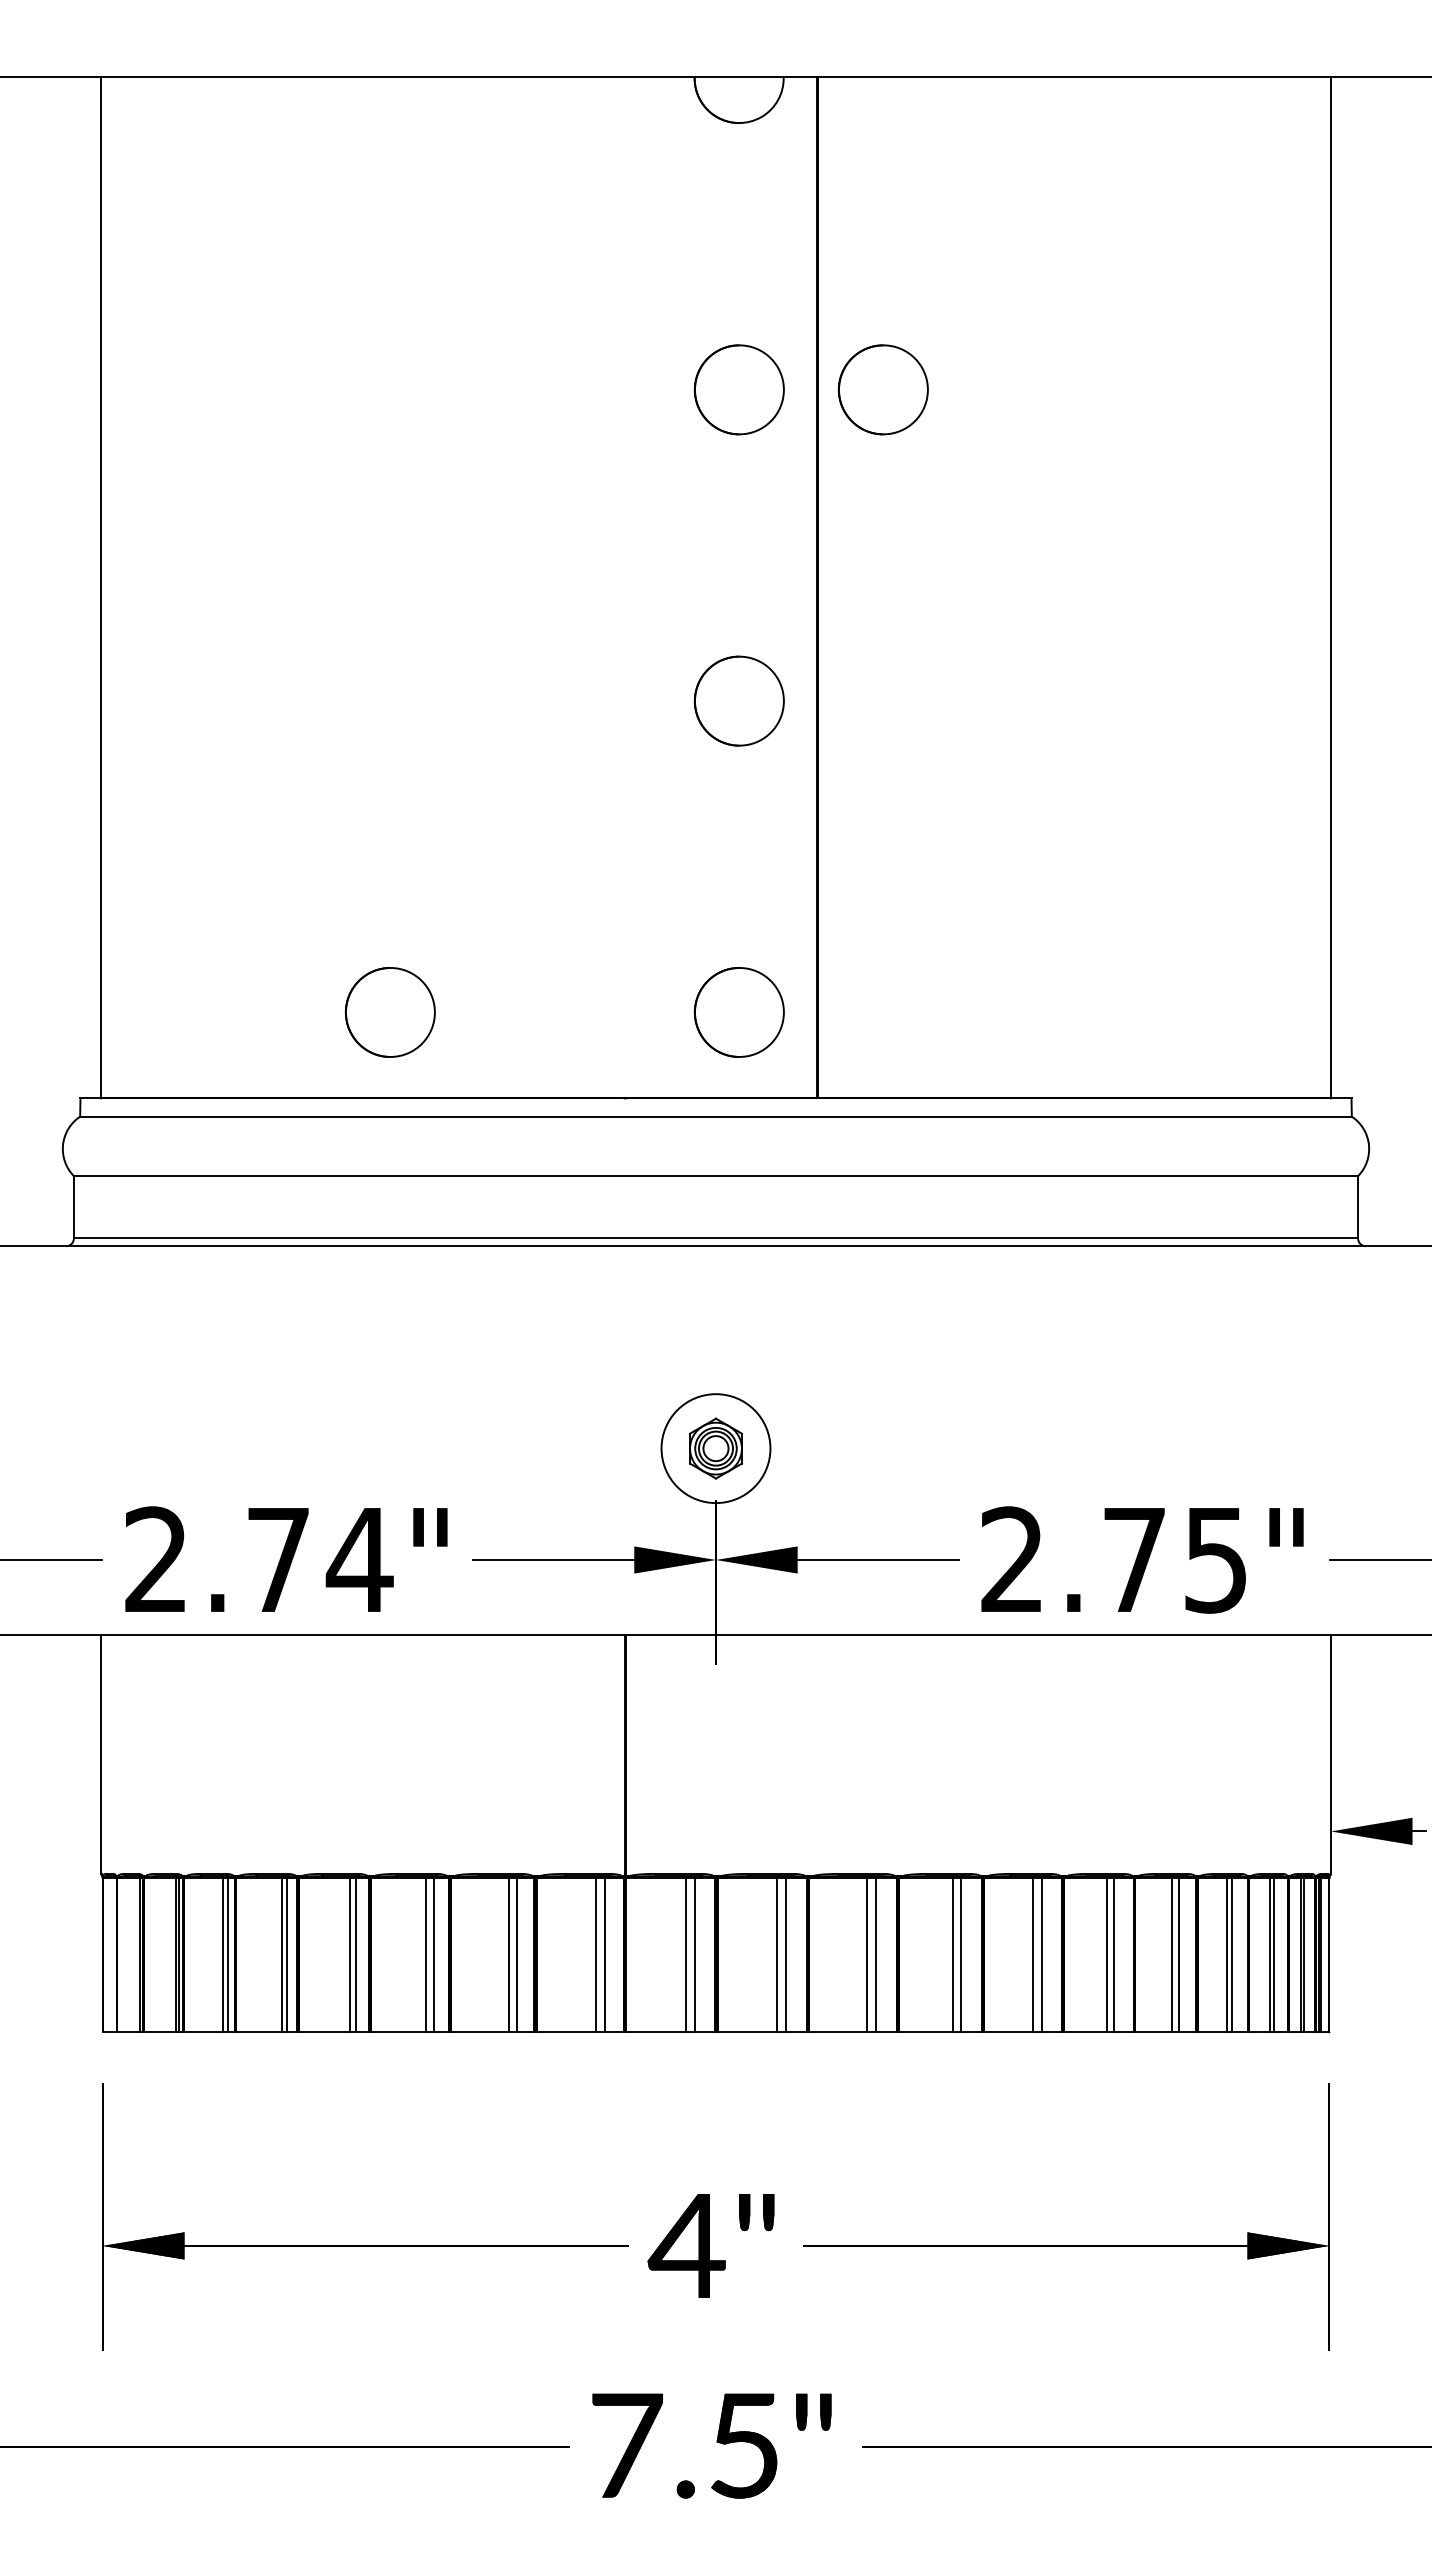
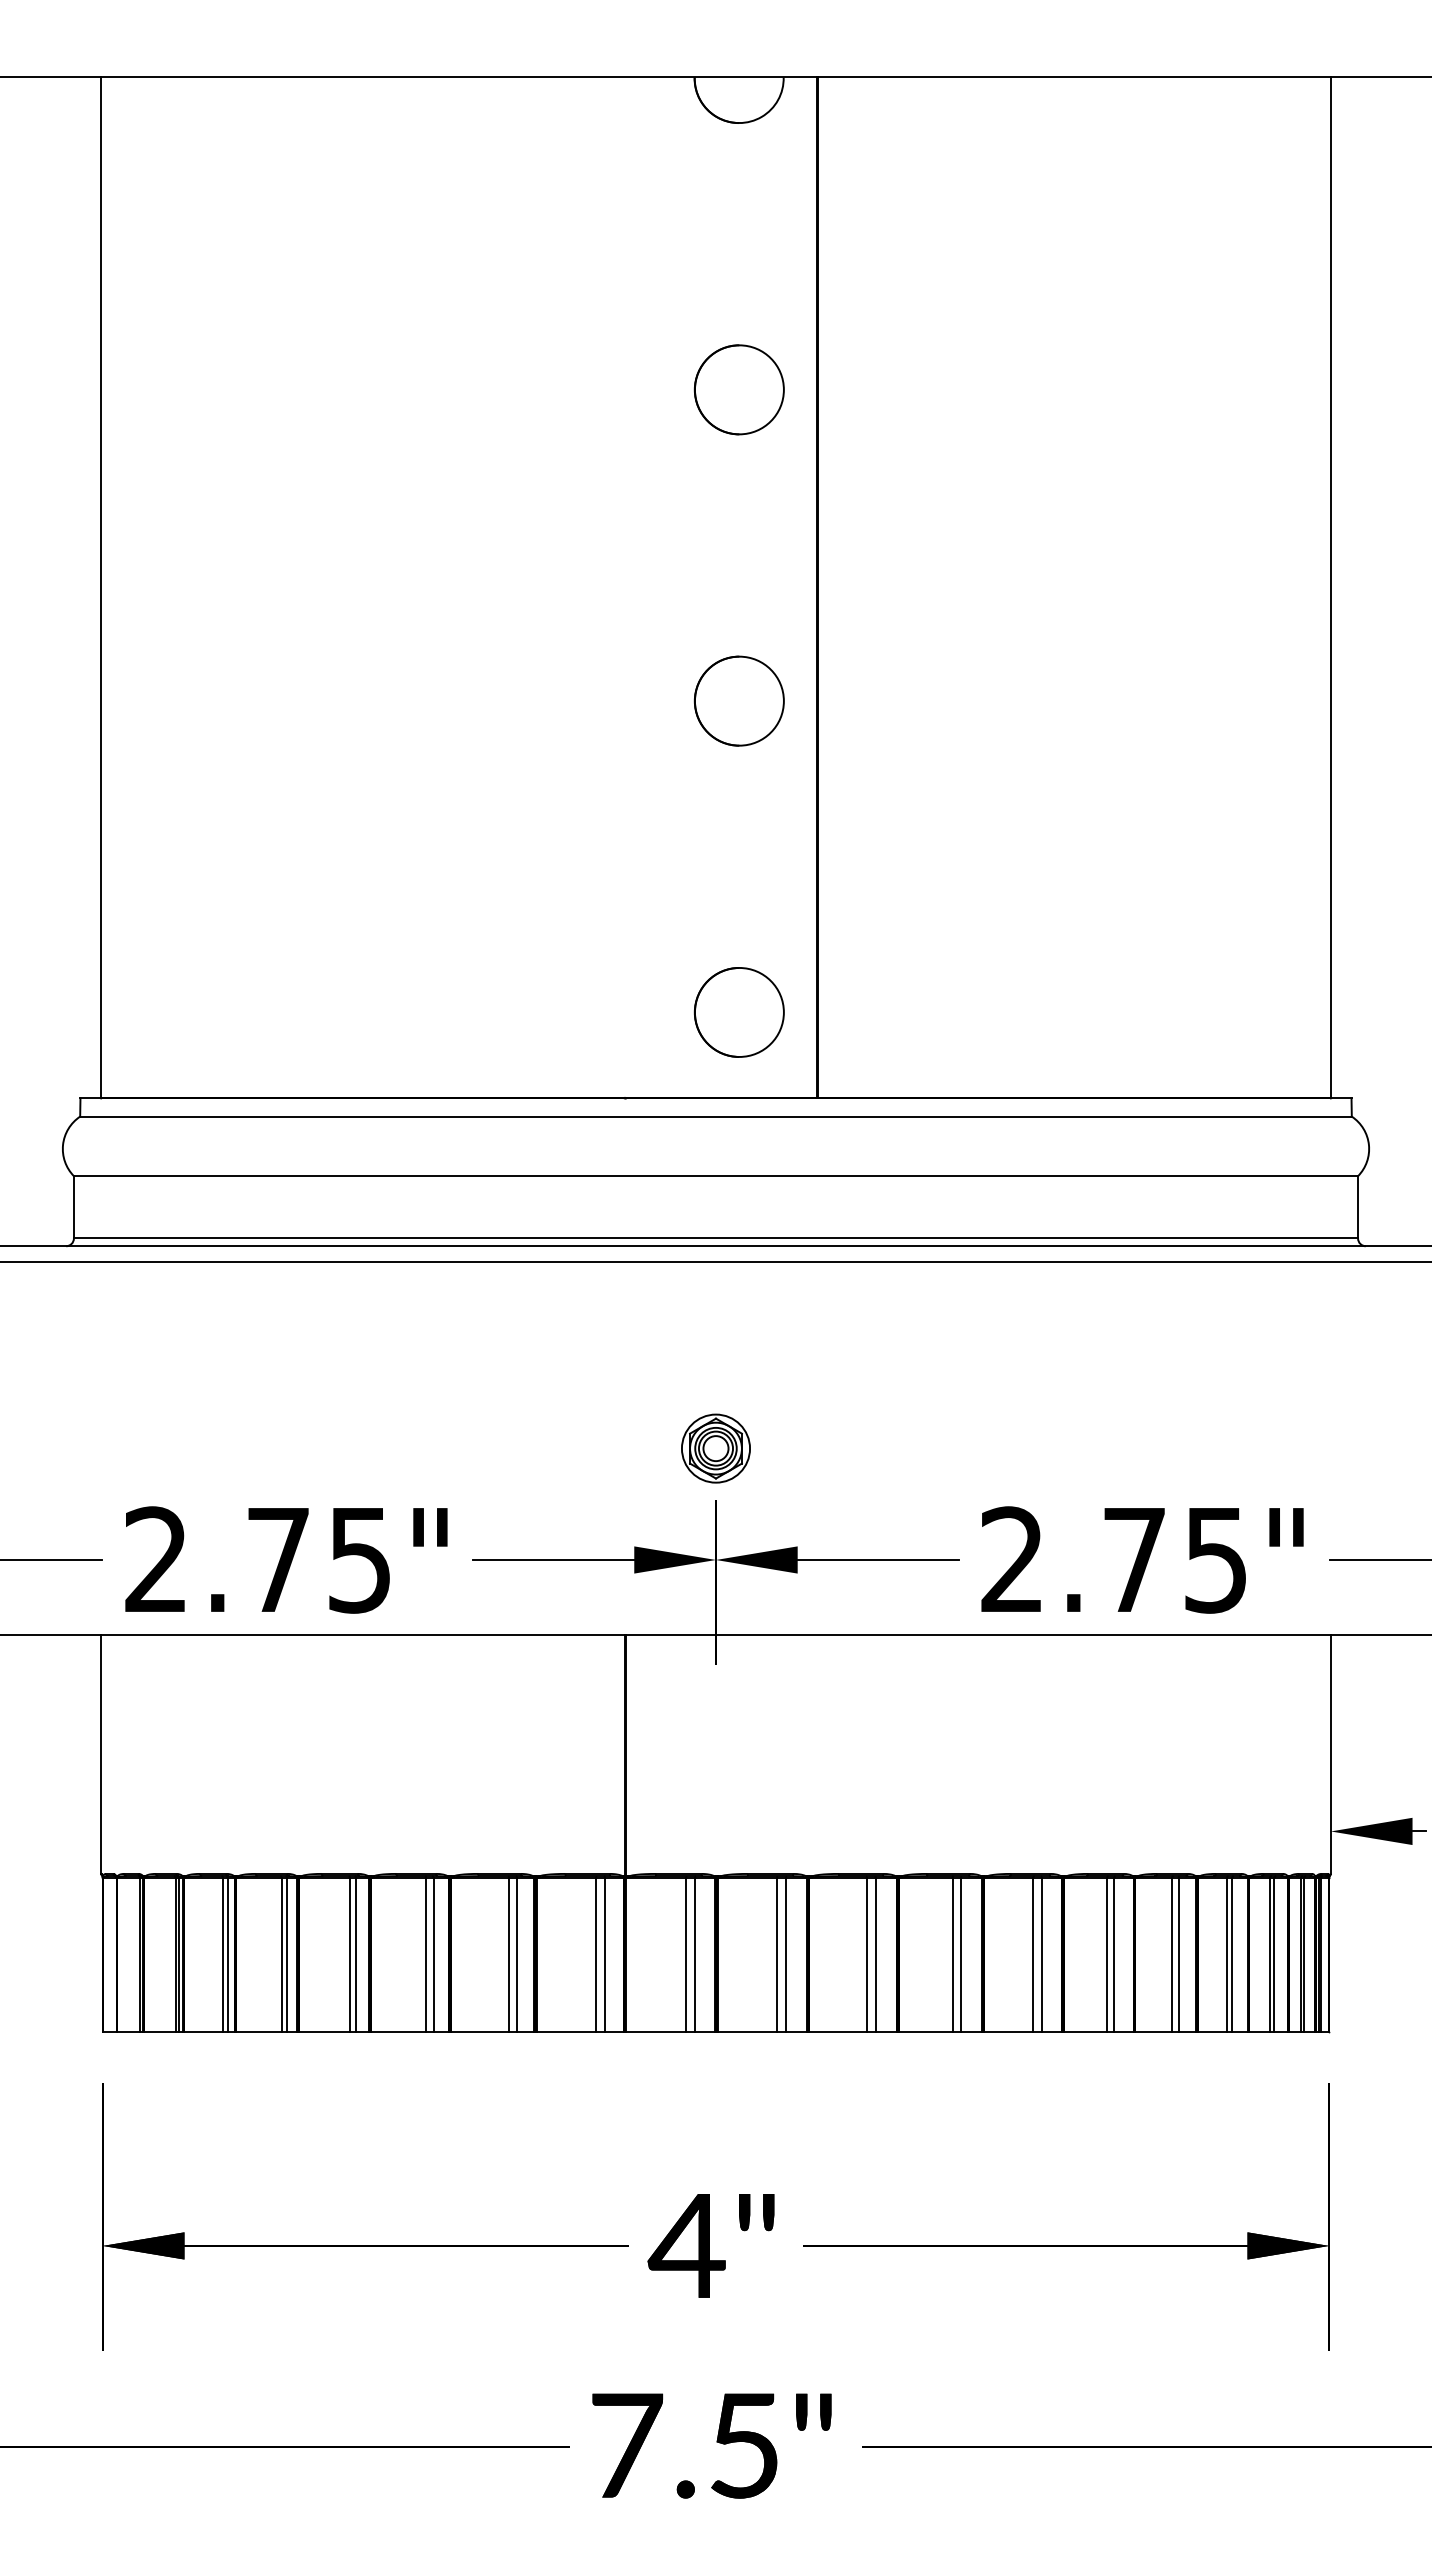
part at (882, 389): present -> none
part at (389, 1012): present -> none
line at (715, 1261): none -> present
circle at (715, 1448) diameter: 109 px -> 68 px
text at (359, 1560): 2.74" -> 2.75"
